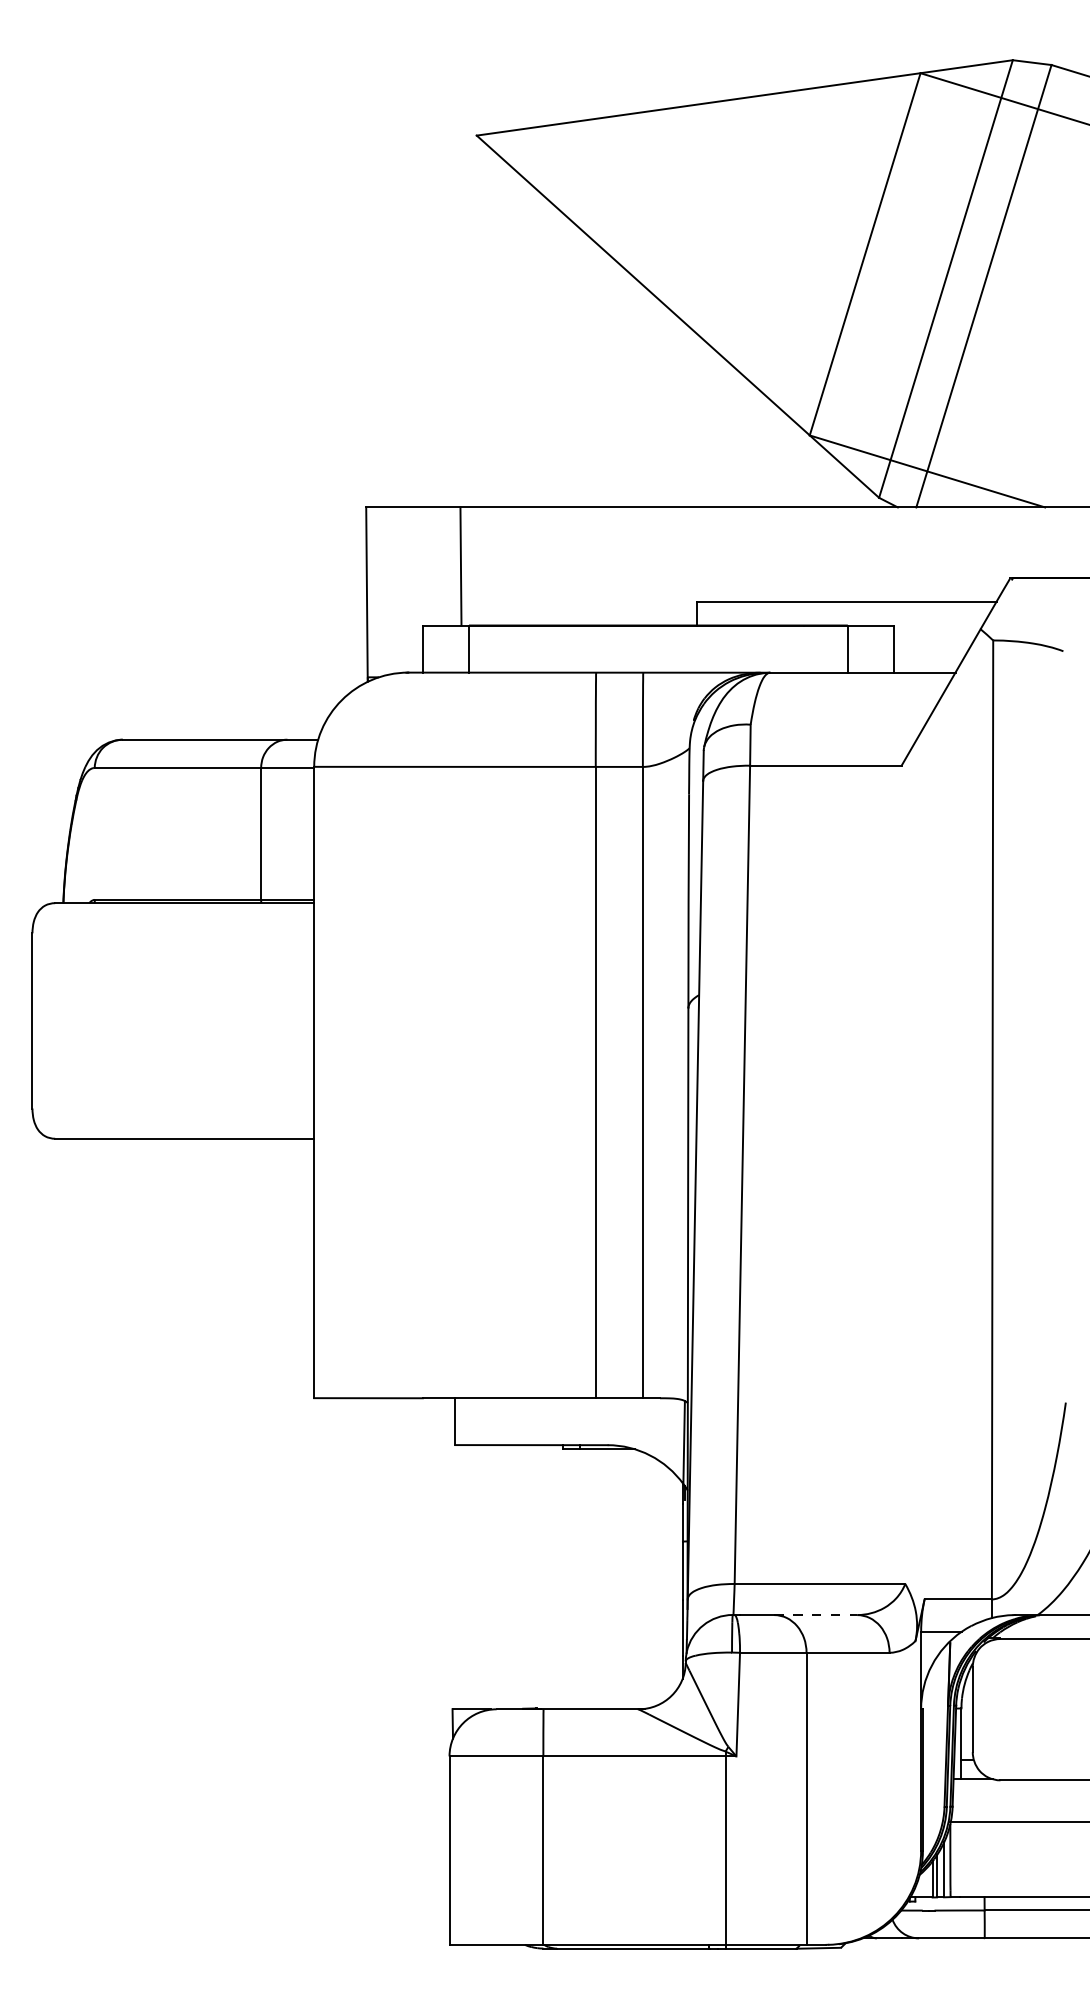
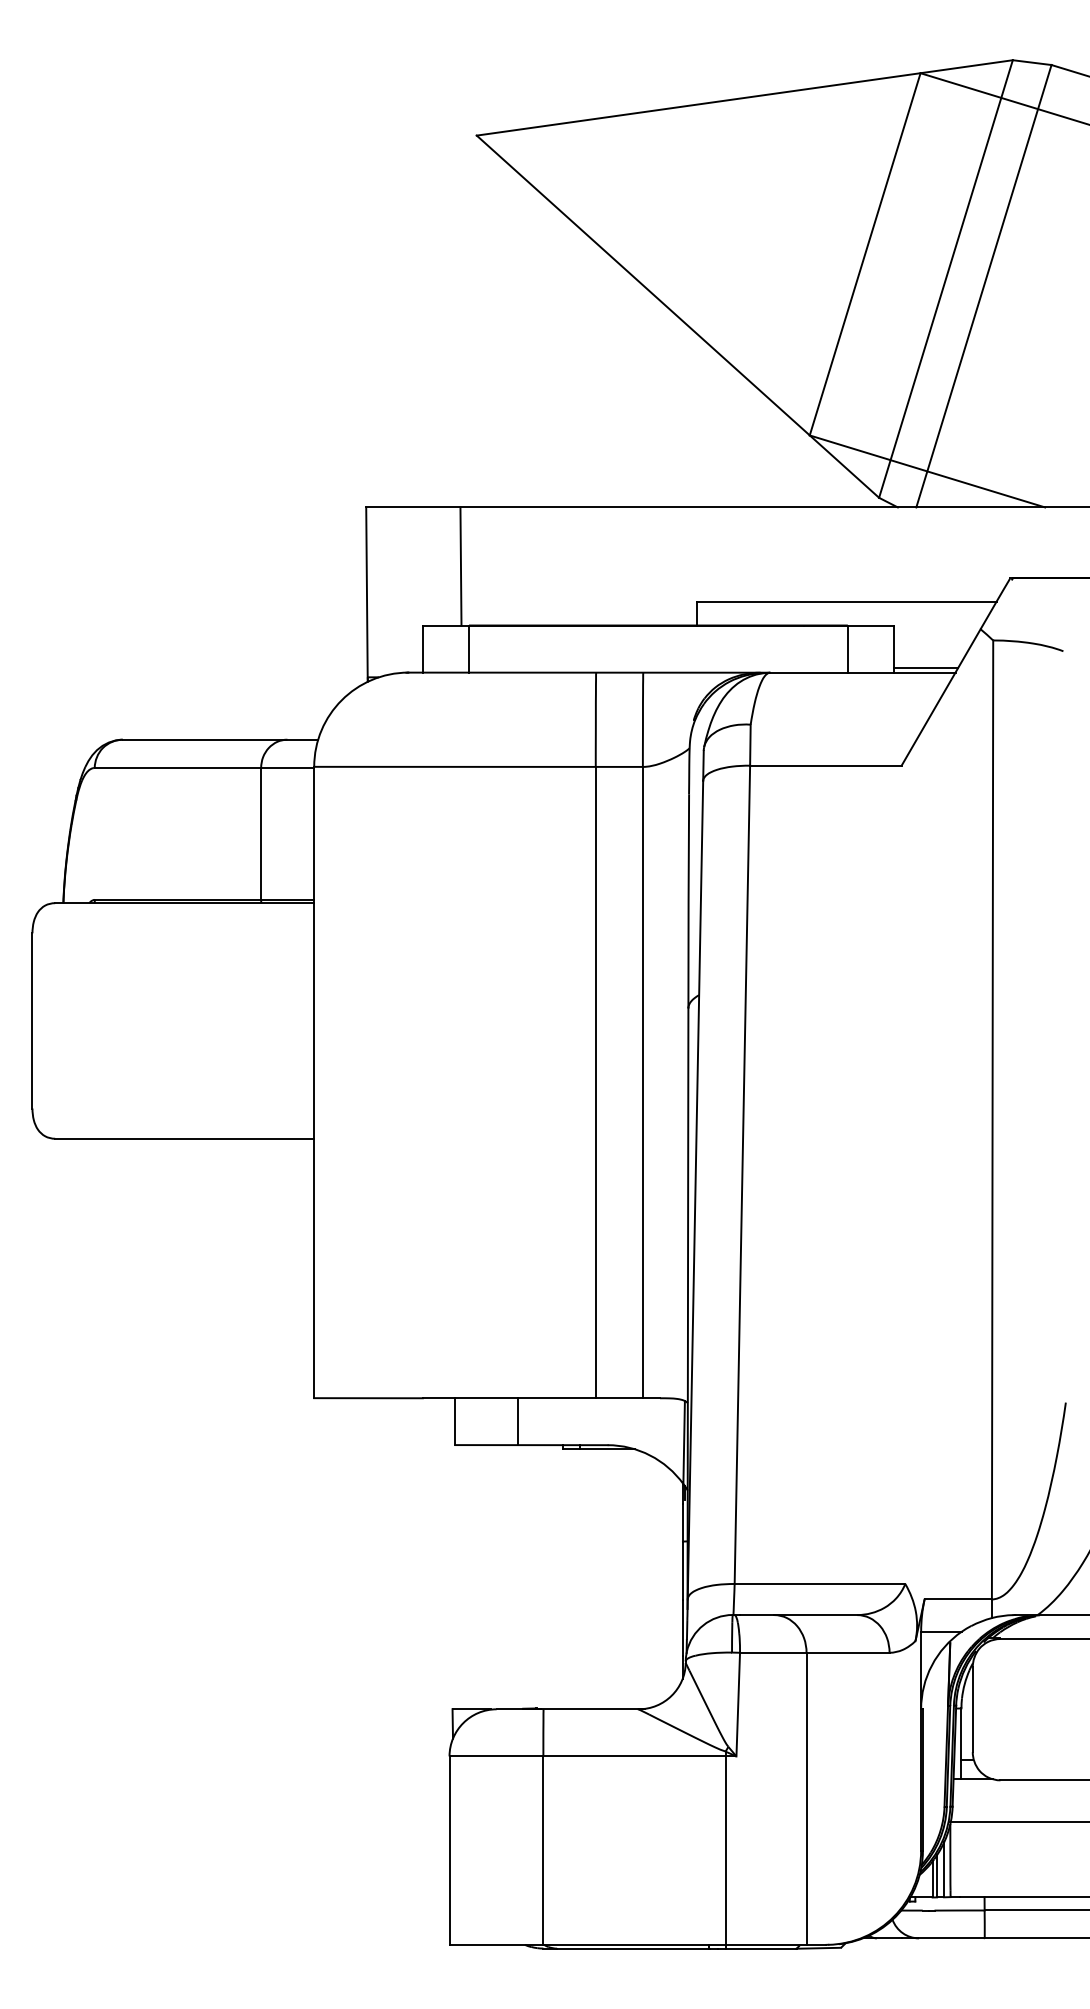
line at (926, 667): none -> present
line at (517, 1421): none -> present
line at (815, 1615): dashed -> solid
